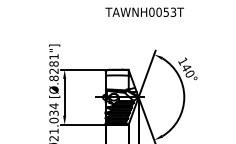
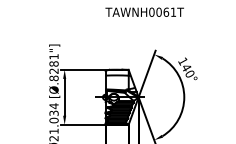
text at (169, 11): TAWNH0053T -> TAWNH0061T
